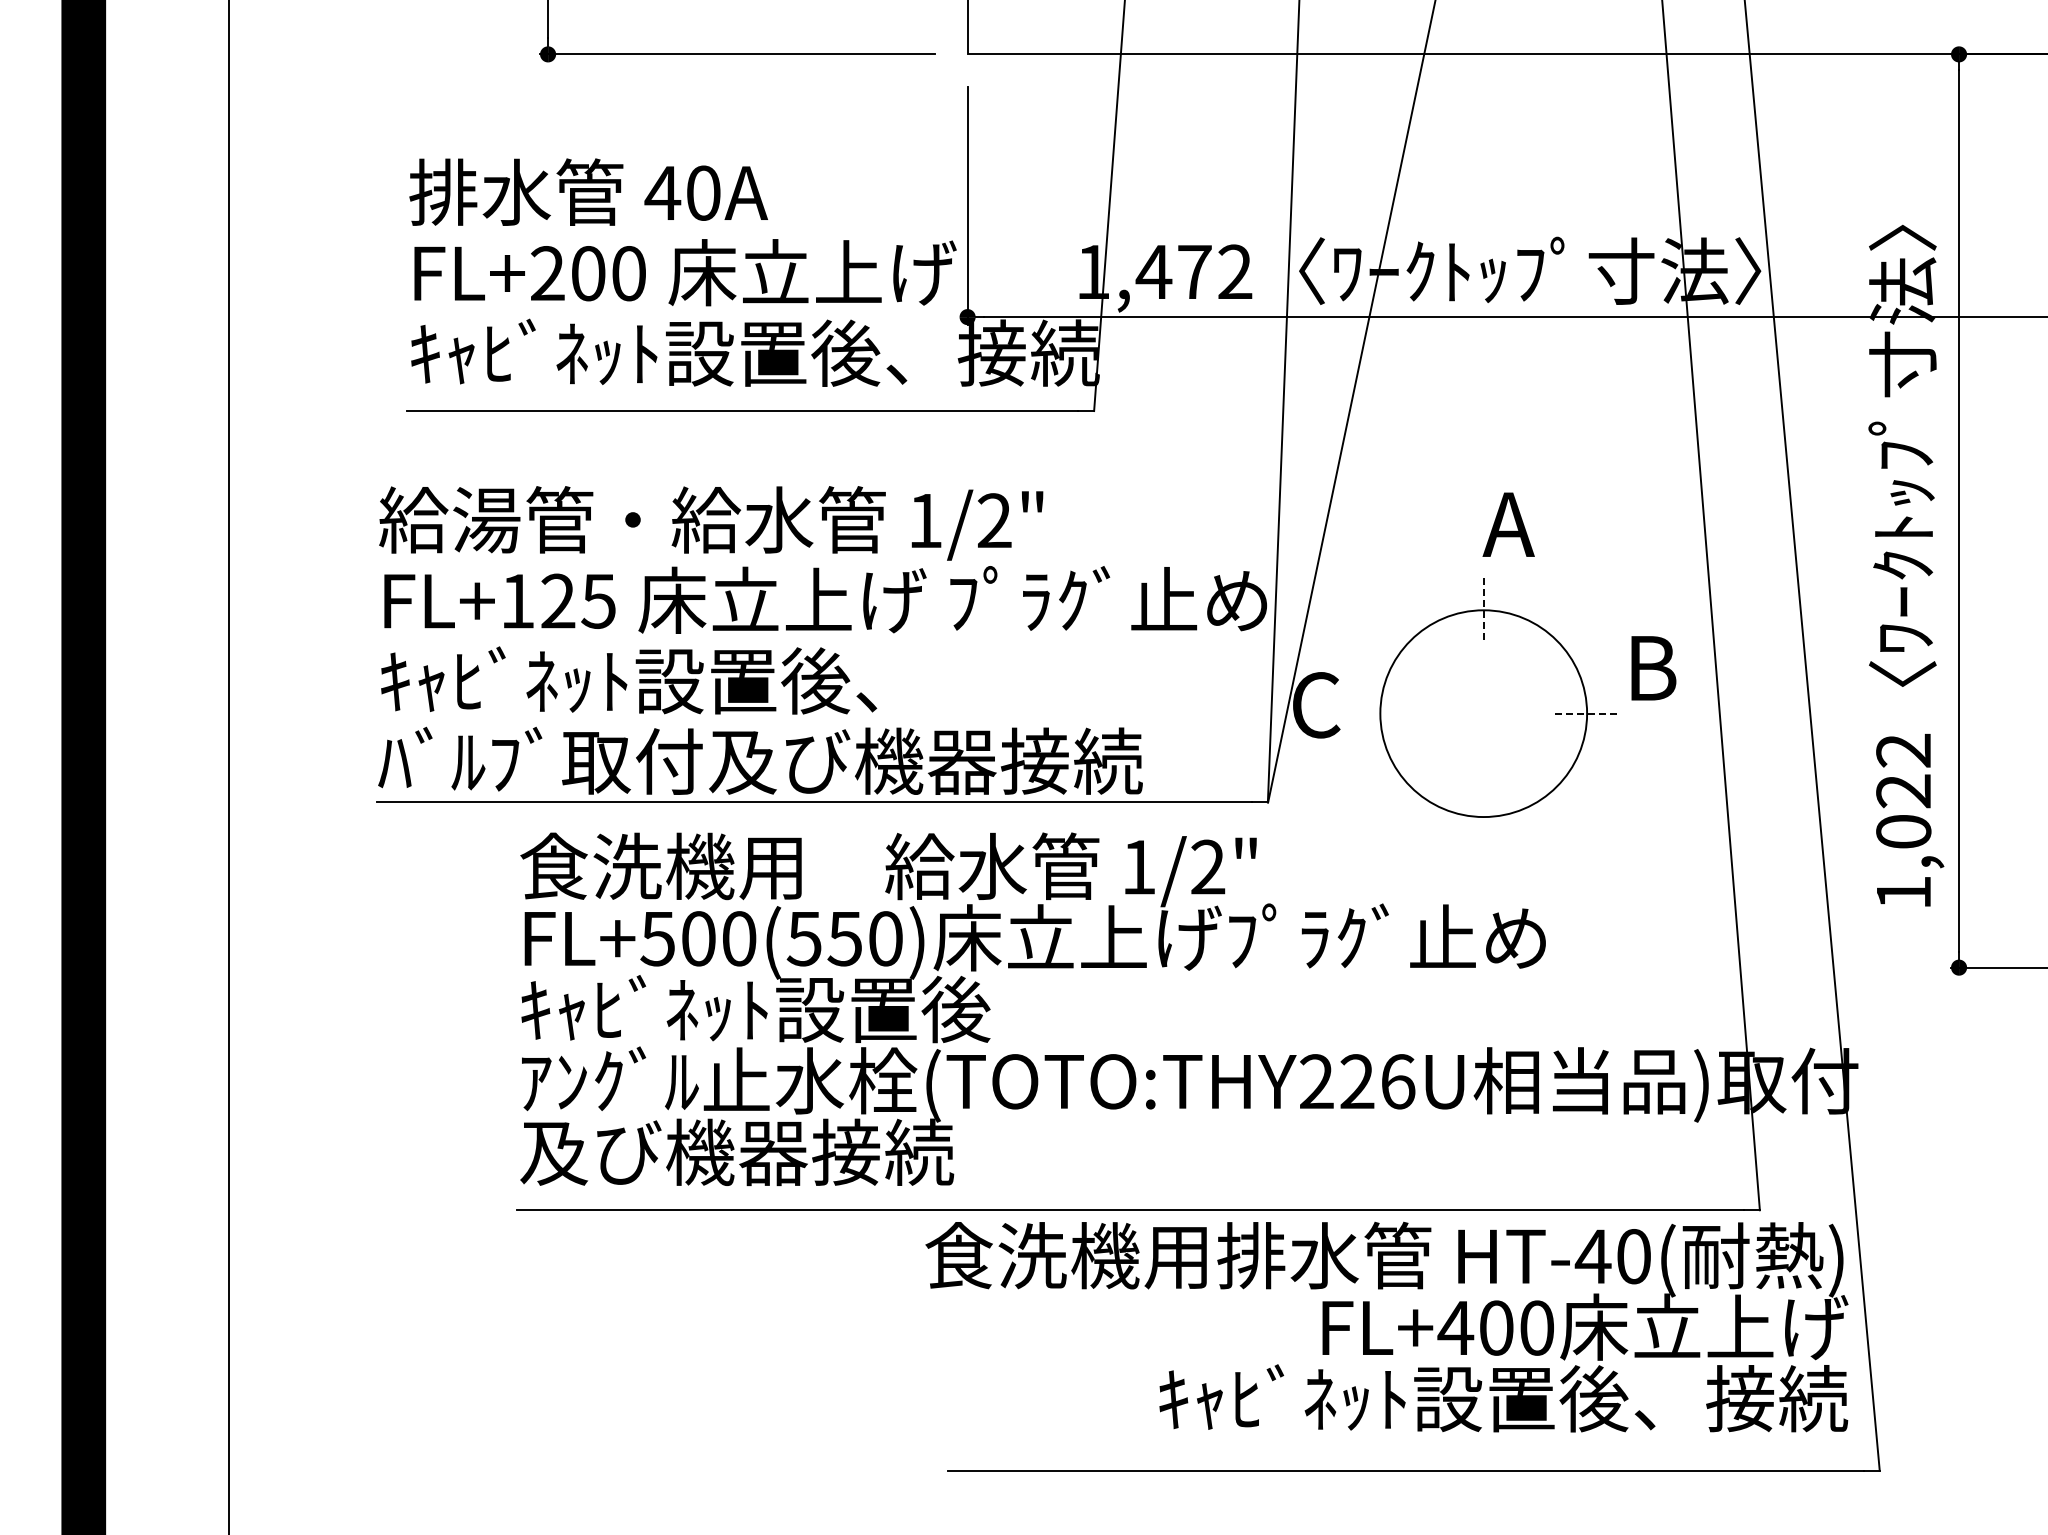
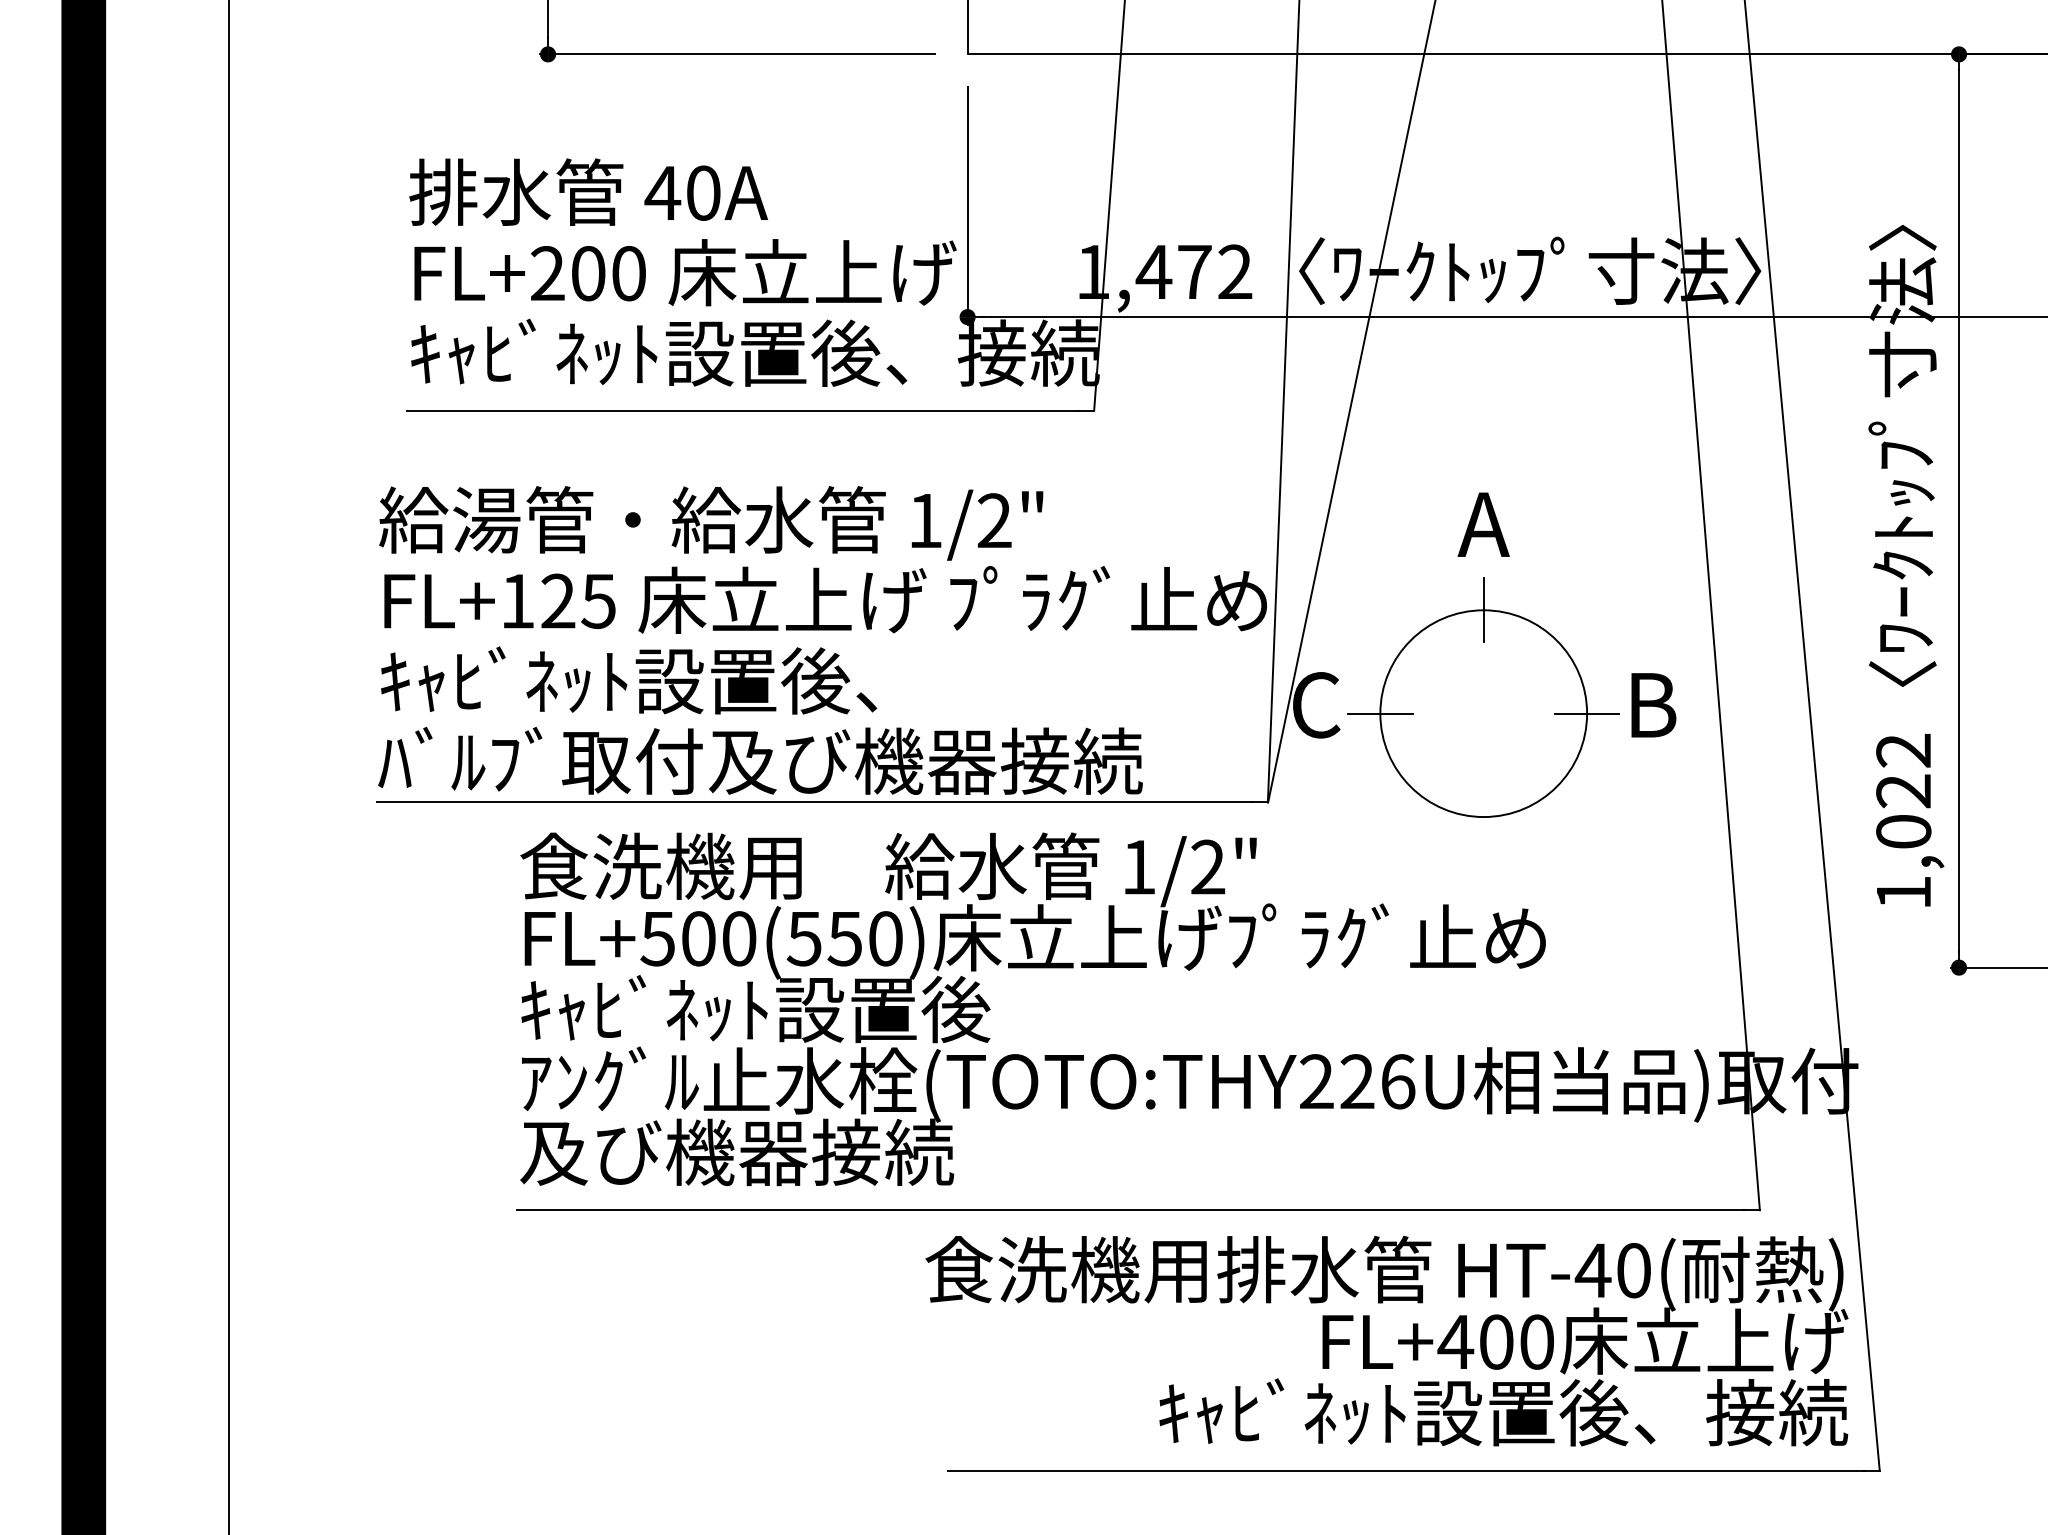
text at (1508, 524) position: (1508, 524) -> (1483, 524)
line at (1483, 610): dashed -> solid
text at (1653, 668) position: (1653, 668) -> (1653, 705)
line at (1380, 713): none -> present
line at (1587, 713): dashed -> solid
text at (1386, 1326) position: (1386, 1326) -> (1386, 1340)
